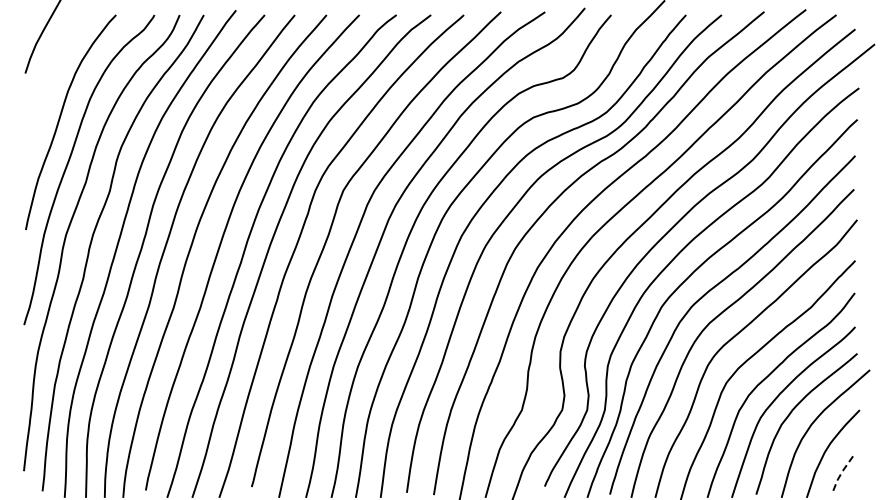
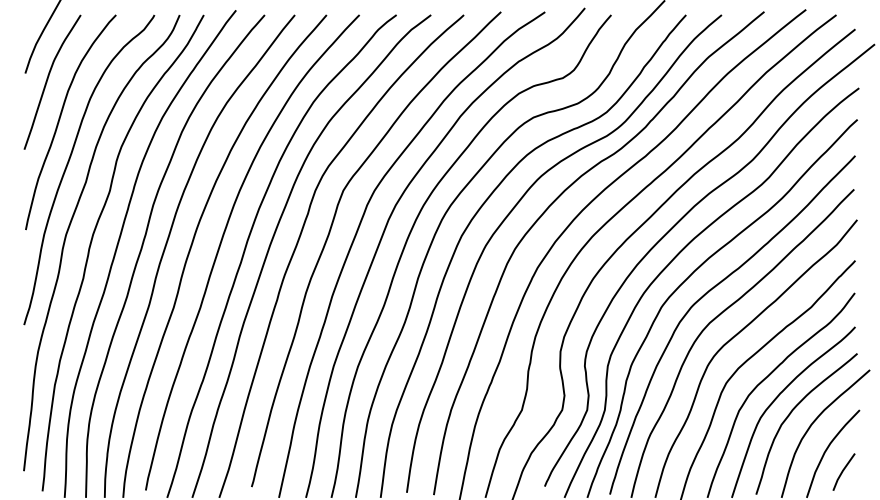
curve at (48, 79): none -> present
line at (842, 470): dashed -> solid
